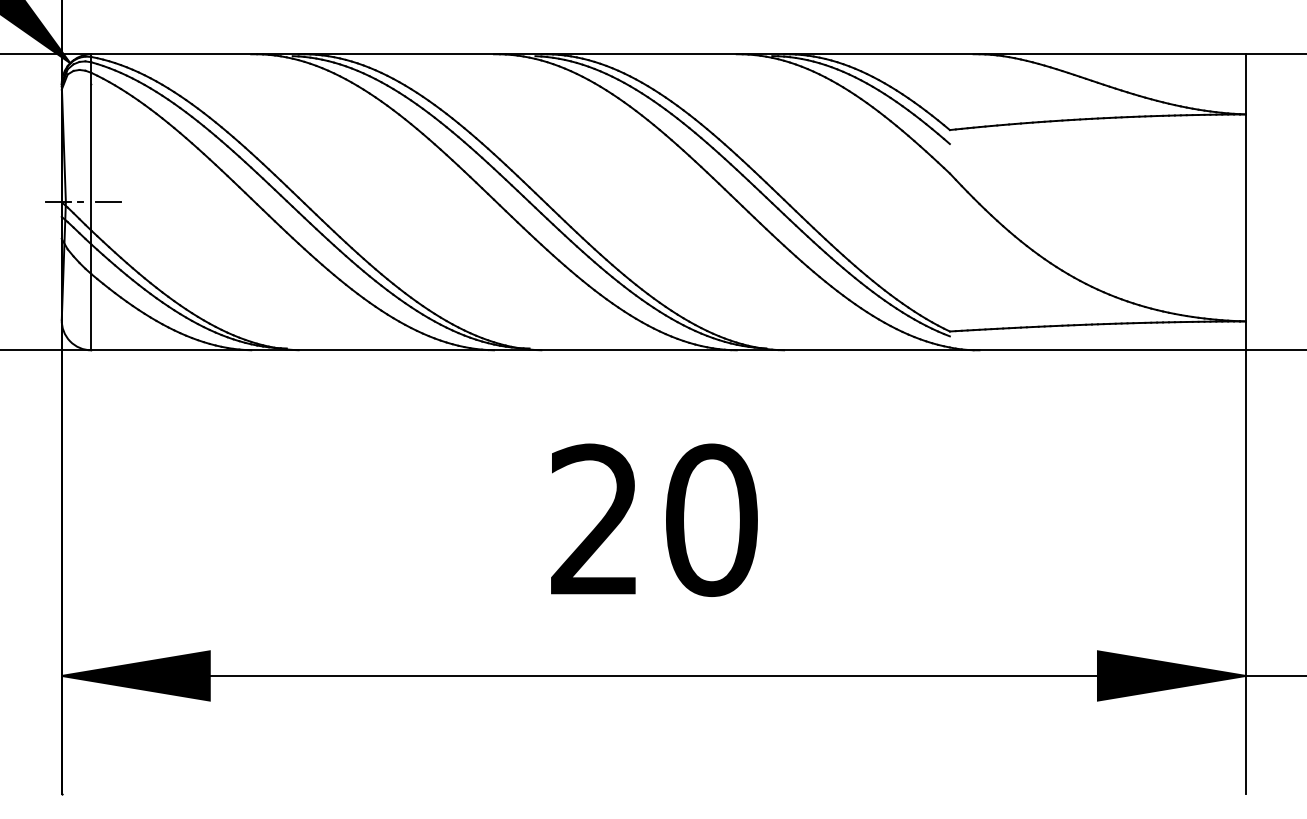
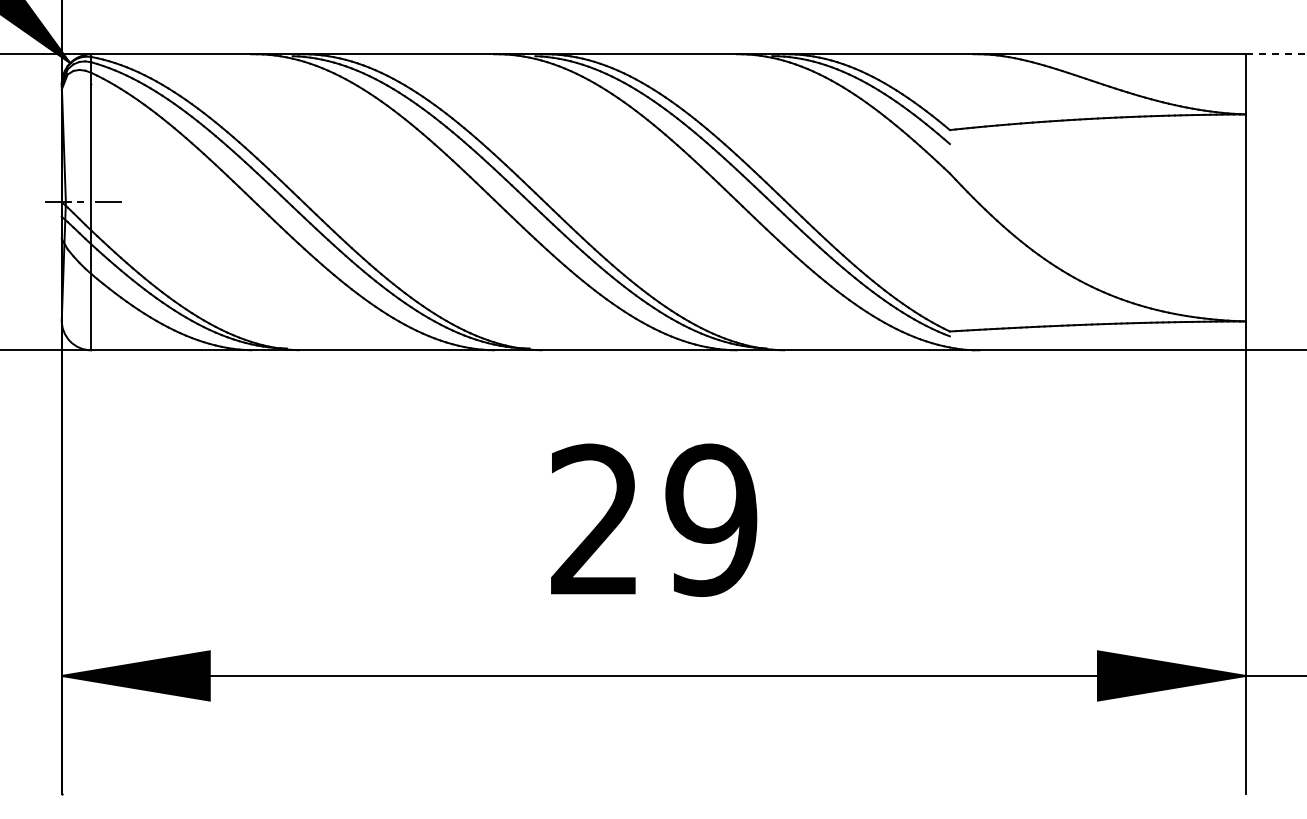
line at (1276, 54): solid -> dashed
text at (711, 519): 20 -> 29
